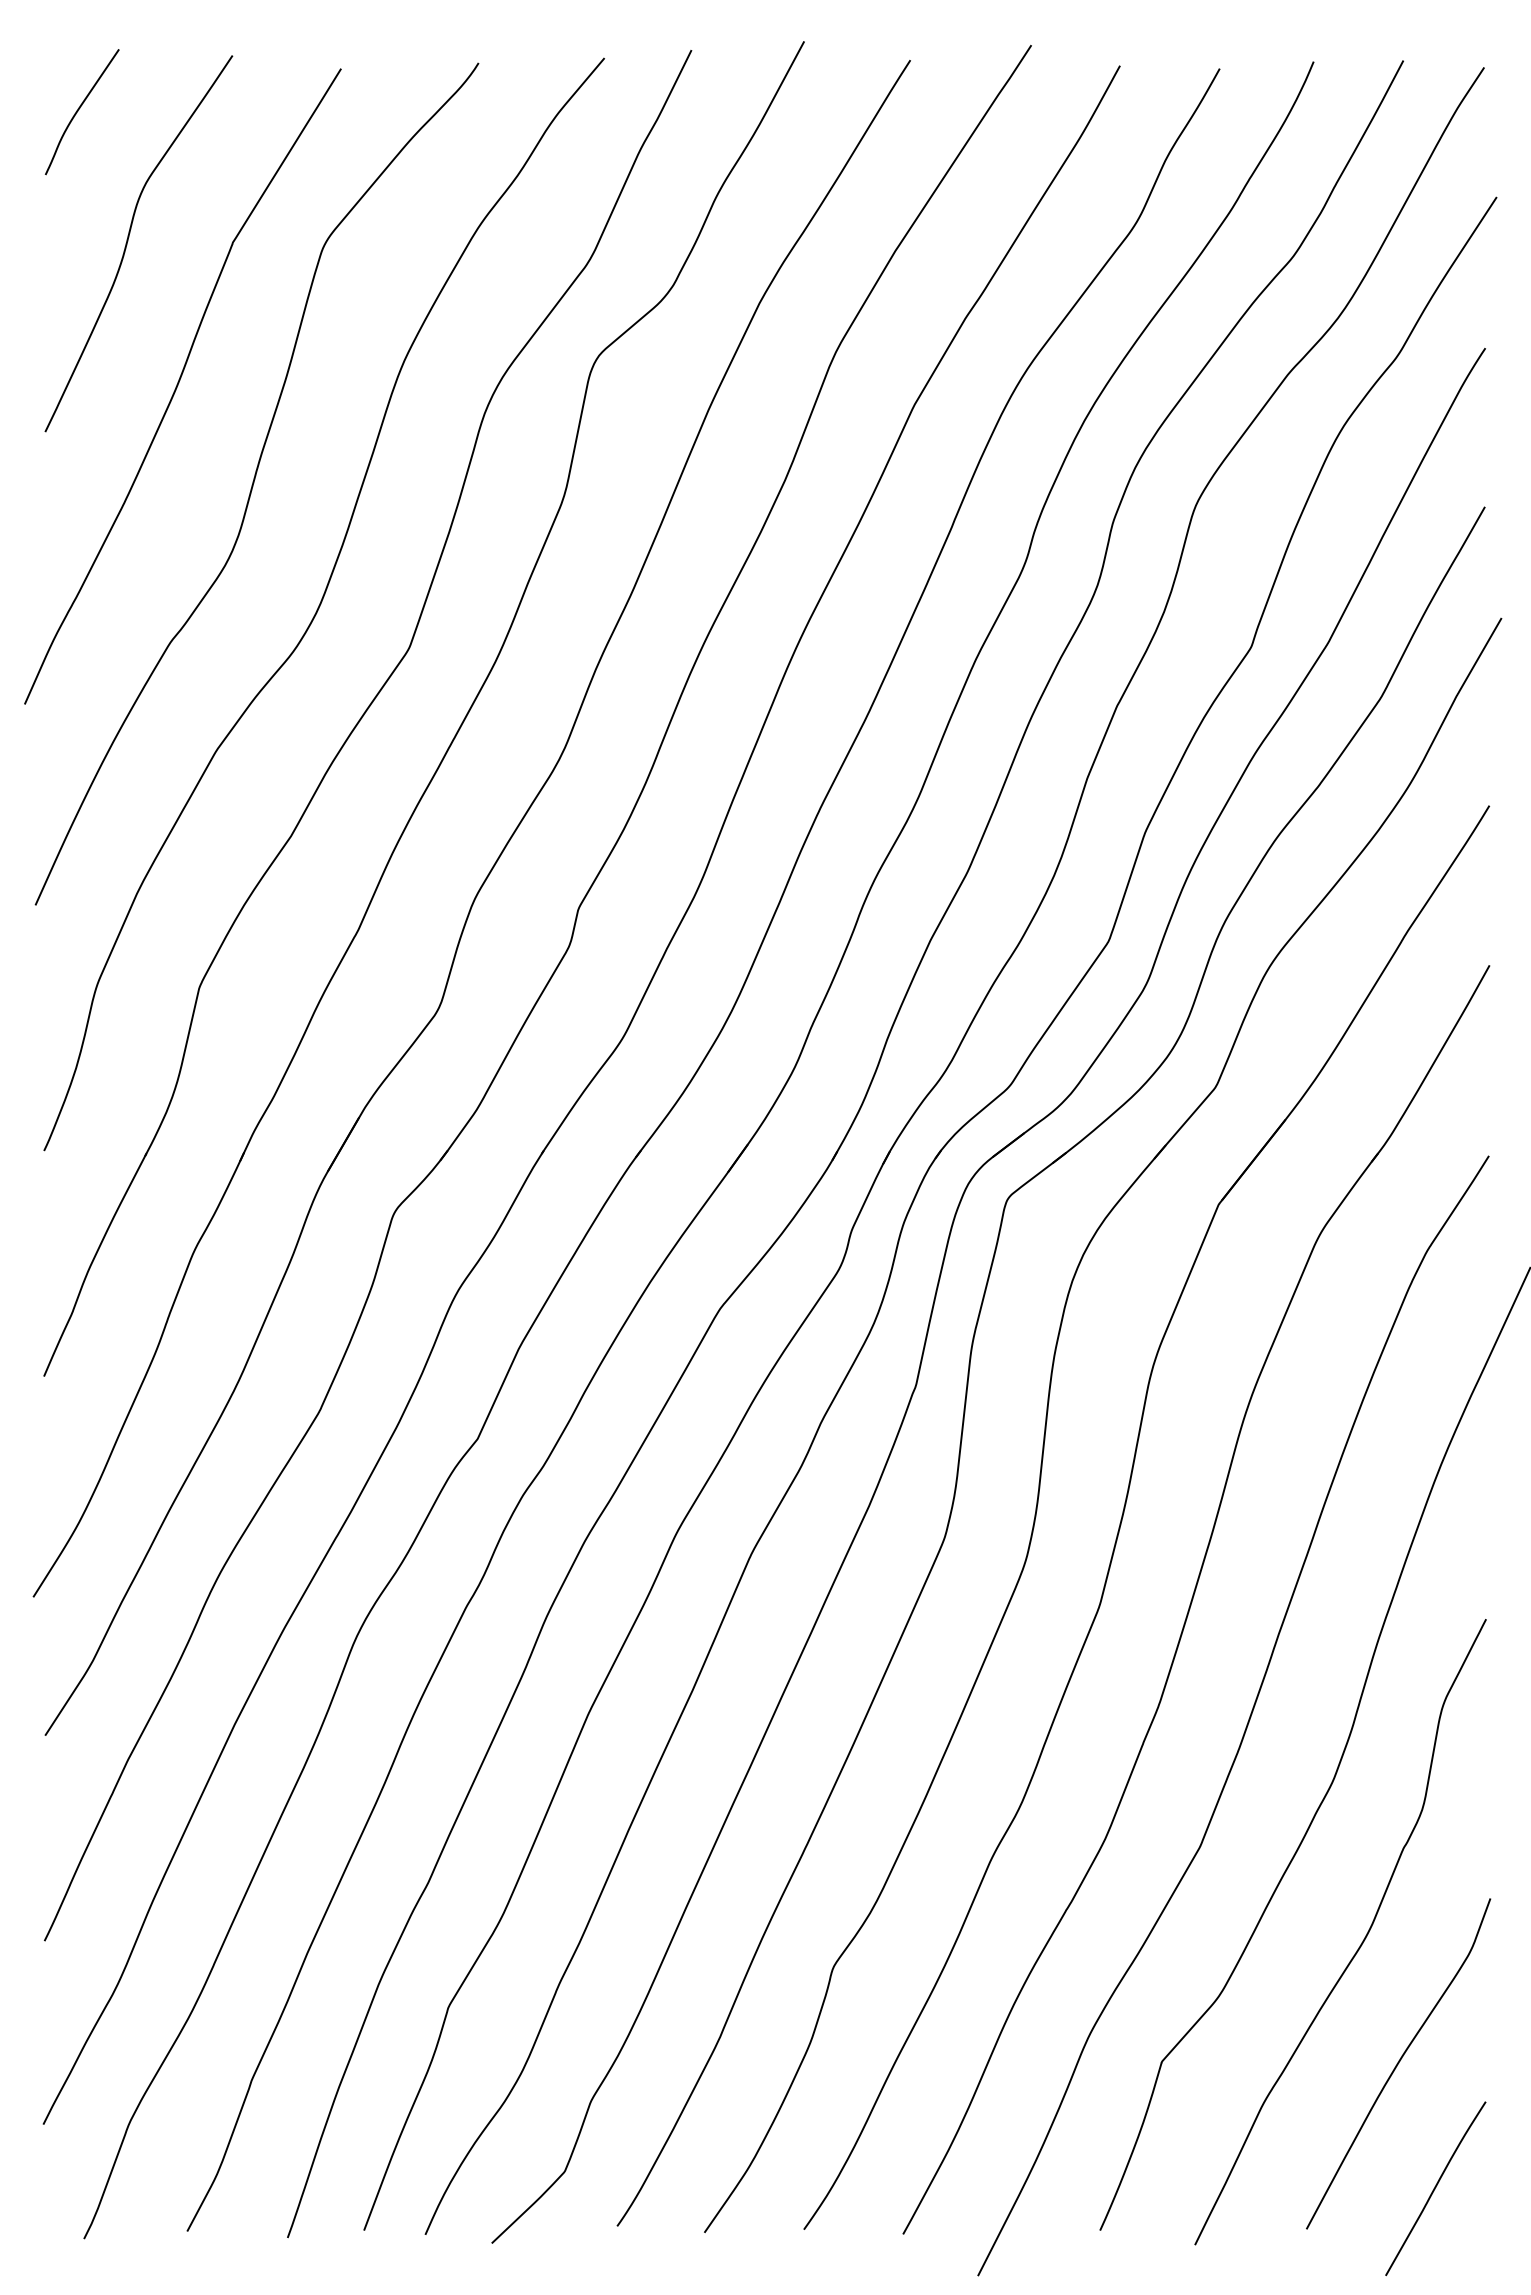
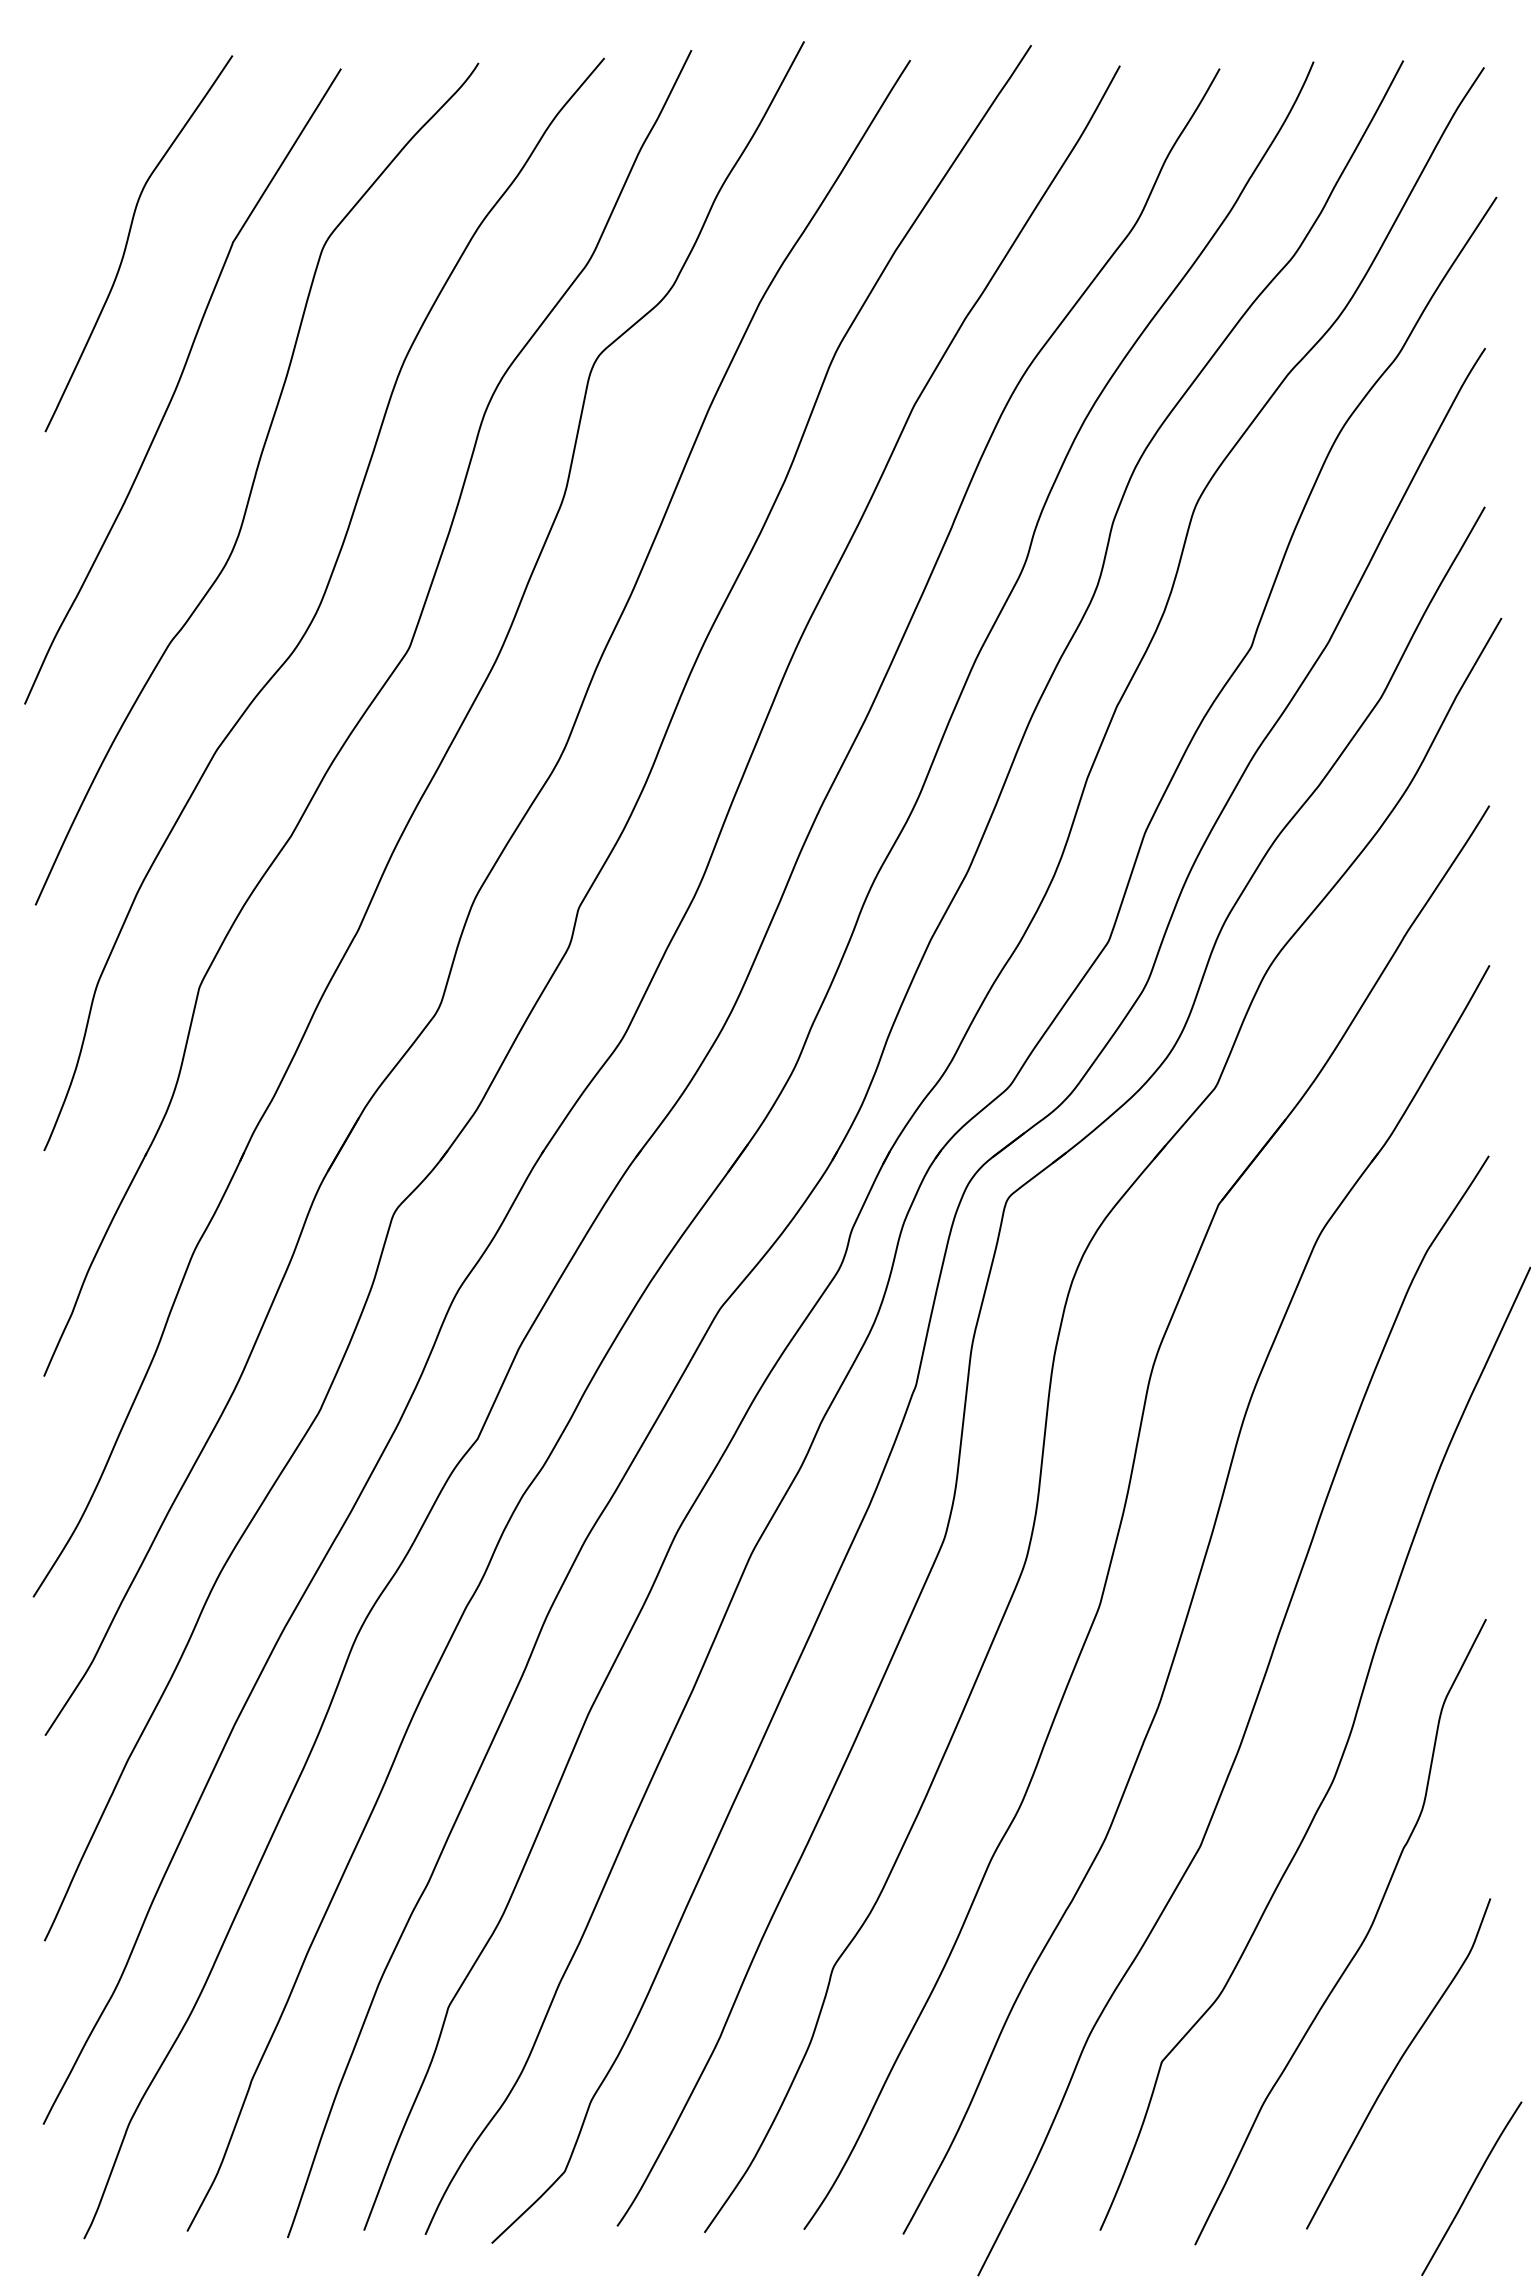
curve at (78, 111): present -> none
curve at (1435, 2188) position: (1435, 2188) -> (1471, 2188)
